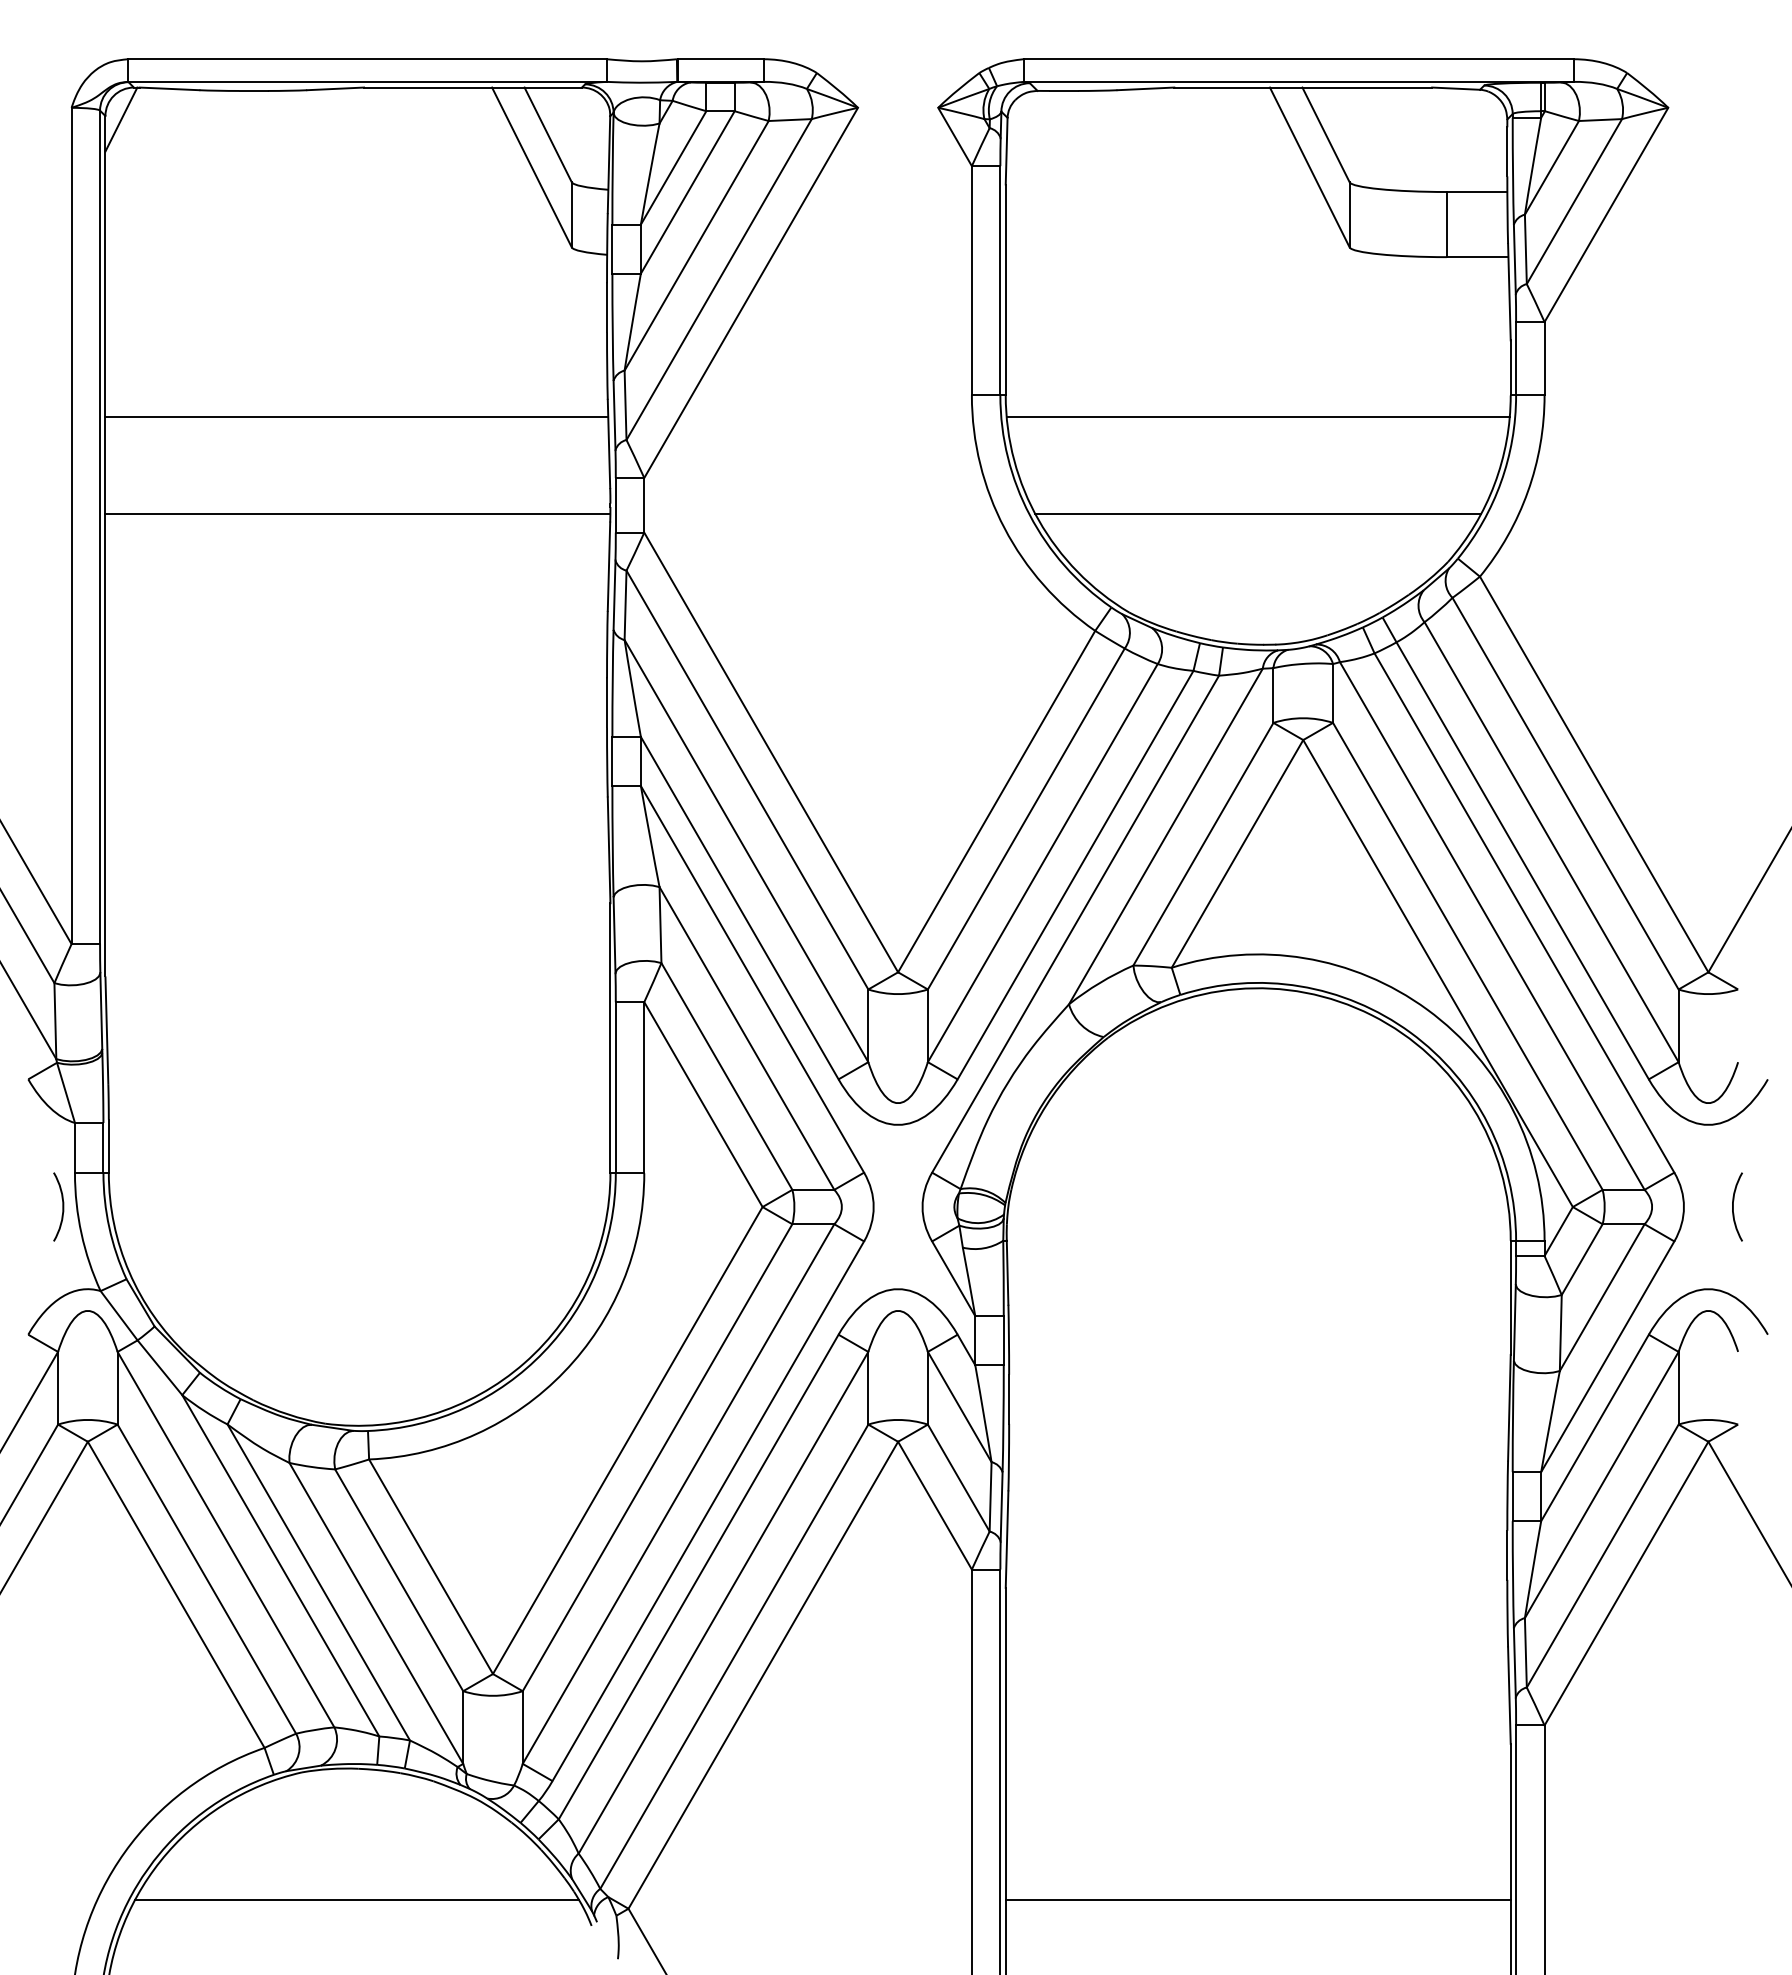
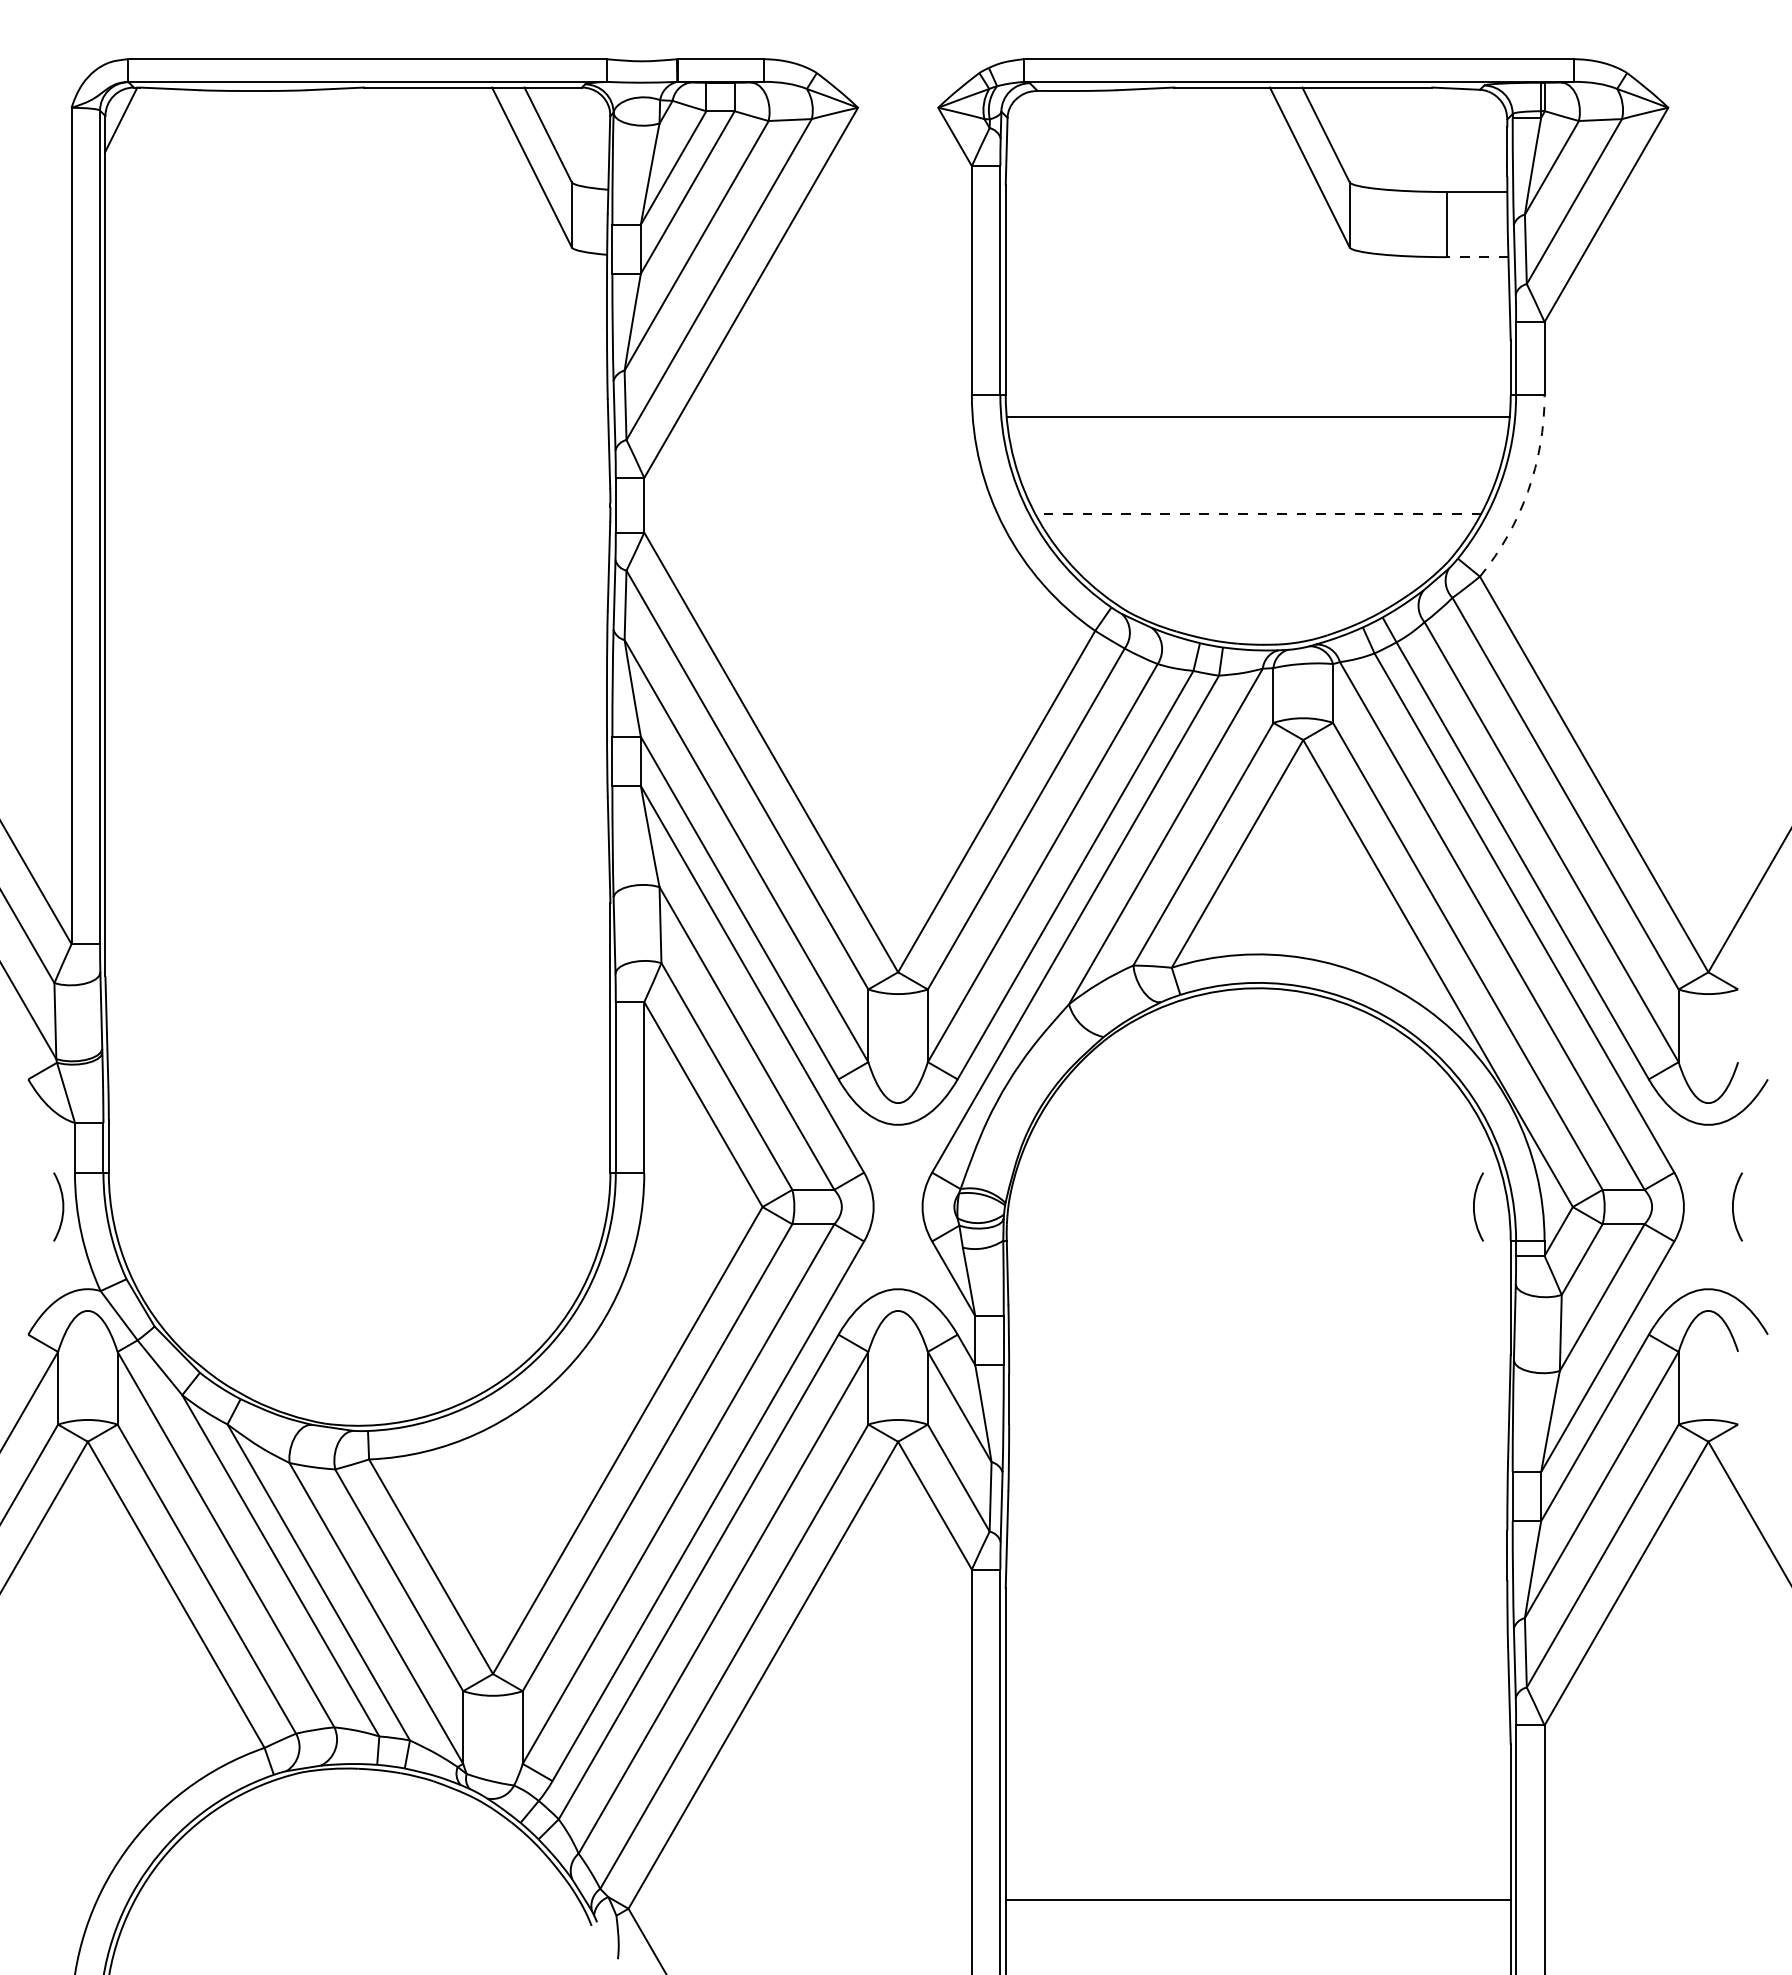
line at (1477, 257): solid -> dashed
line at (356, 417): present -> none
arc at (1527, 491): solid -> dashed
line at (357, 513): present -> none
line at (1257, 513): solid -> dashed
curve at (1474, 1206): none -> present
line at (356, 1900): present -> none
